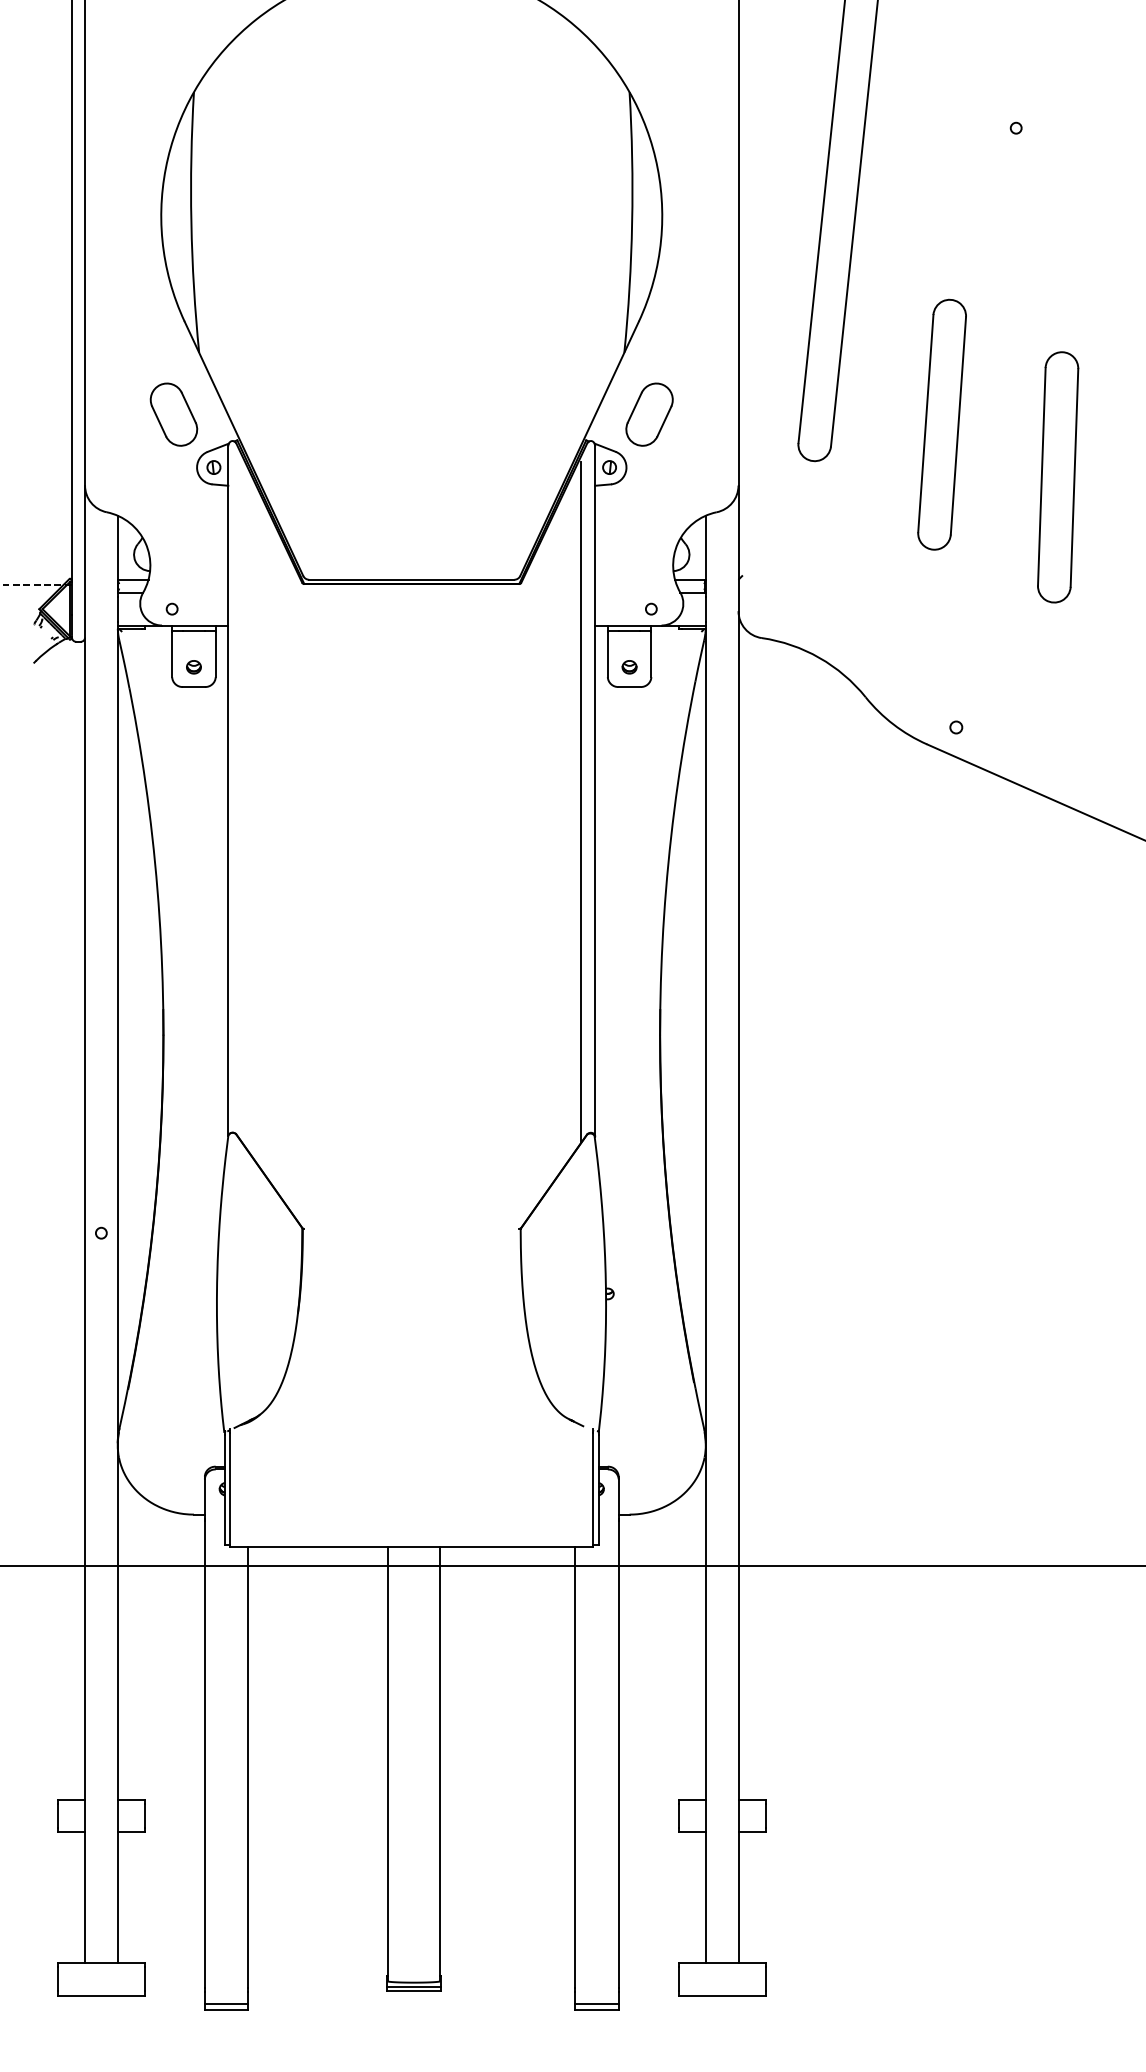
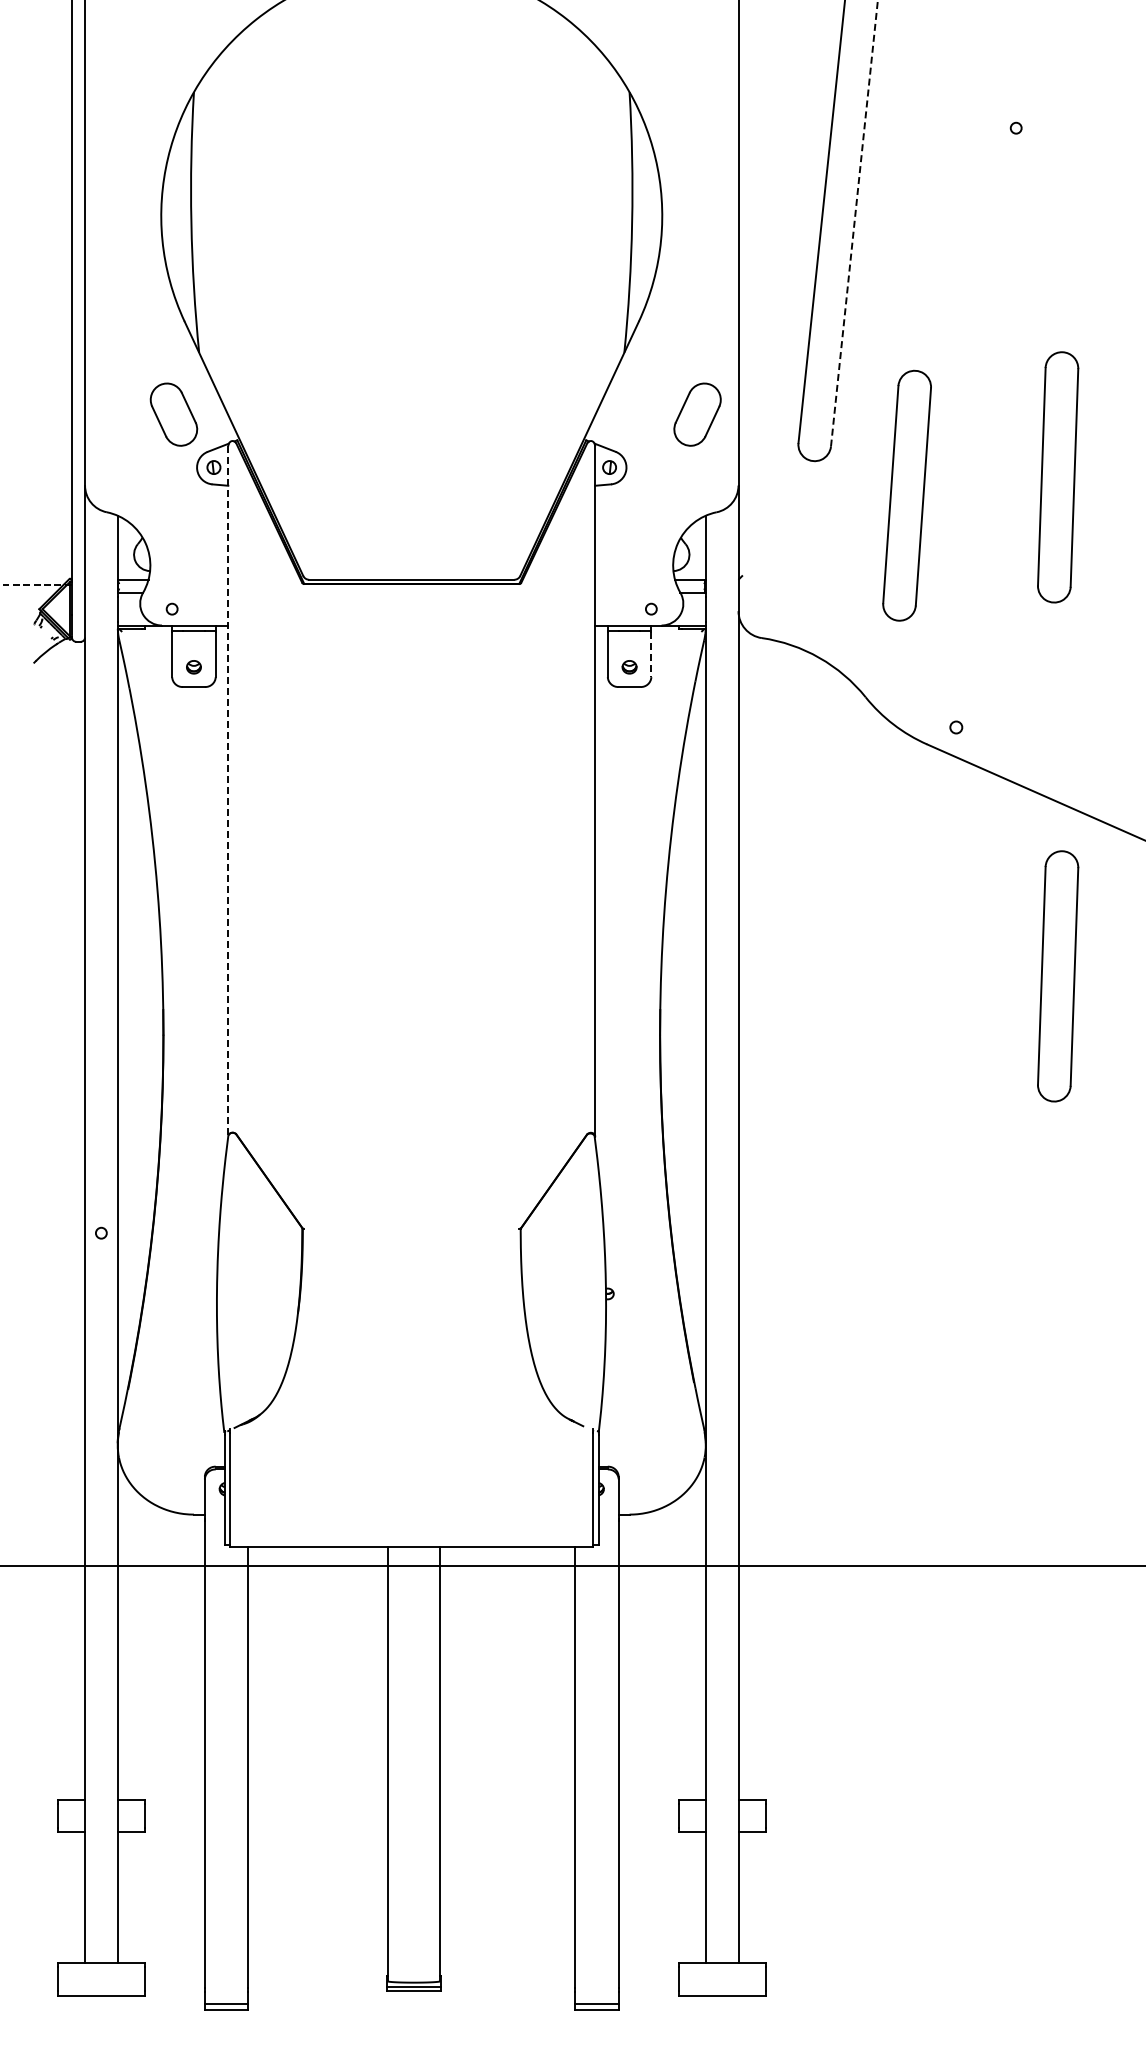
line at (854, 223): solid -> dashed
part at (649, 414) position: (649, 414) -> (697, 414)
part at (941, 424) position: (941, 424) -> (906, 495)
line at (651, 654): solid -> dashed
line at (228, 791): solid -> dashed
line at (580, 802): present -> none
part at (1058, 976): none -> present
